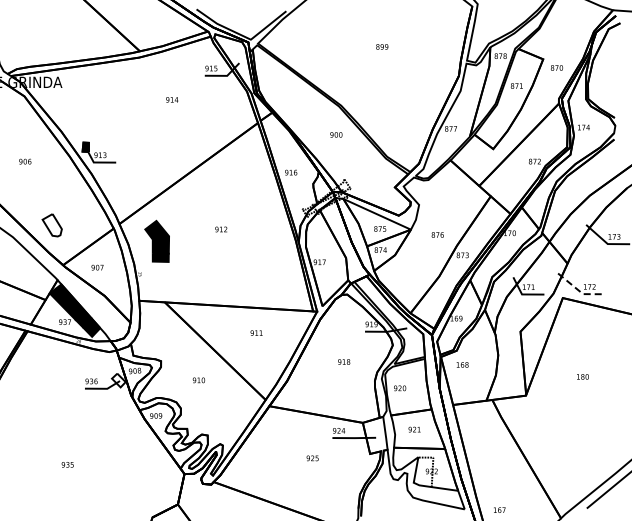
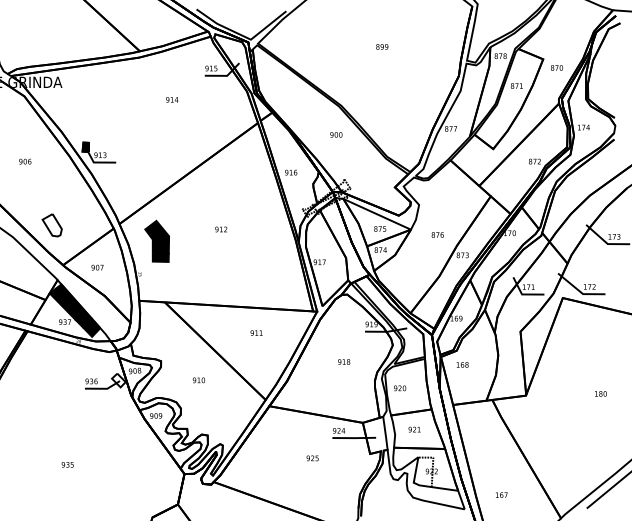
line at (580, 291): dashed -> solid
text at (582, 376) position: (582, 376) -> (600, 393)
text at (499, 509) position: (499, 509) -> (501, 494)
